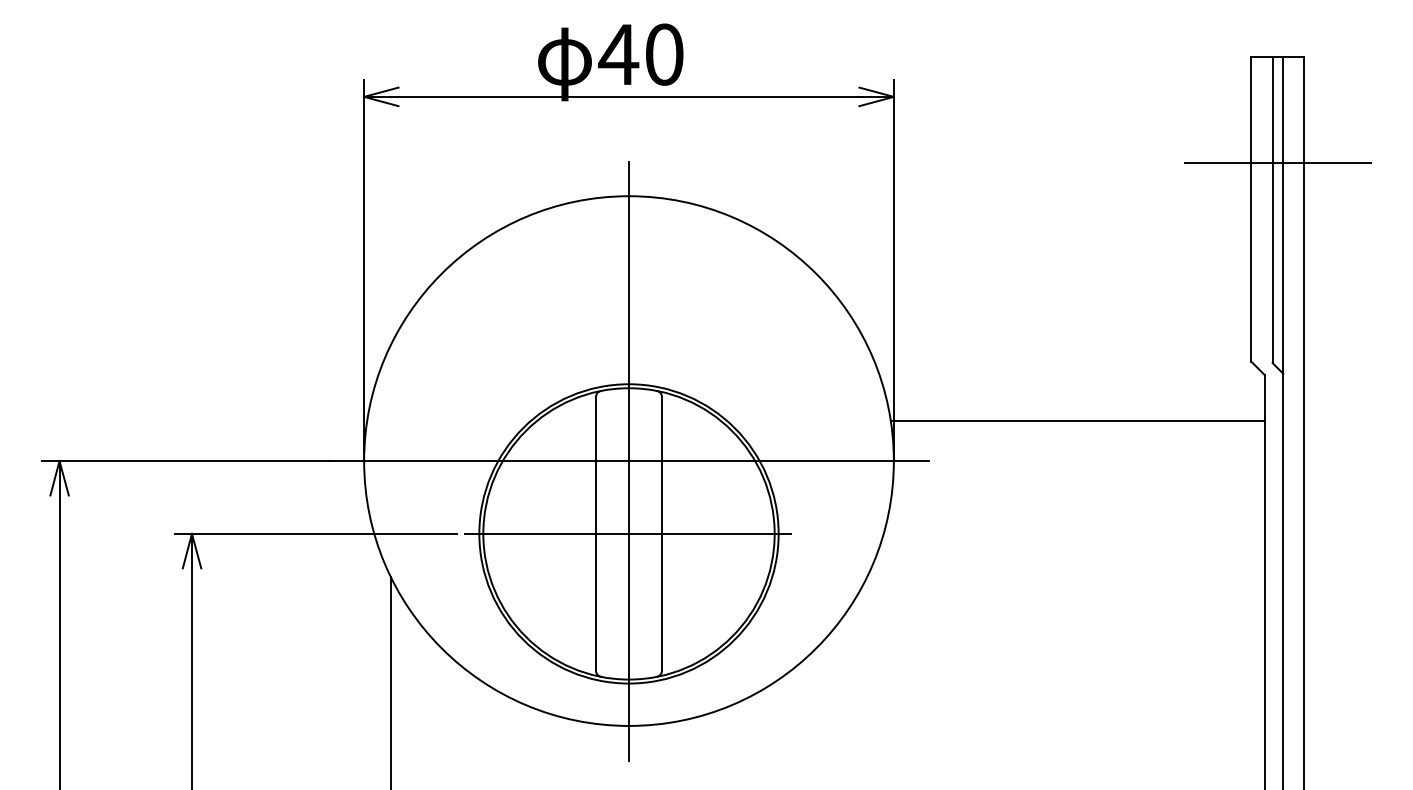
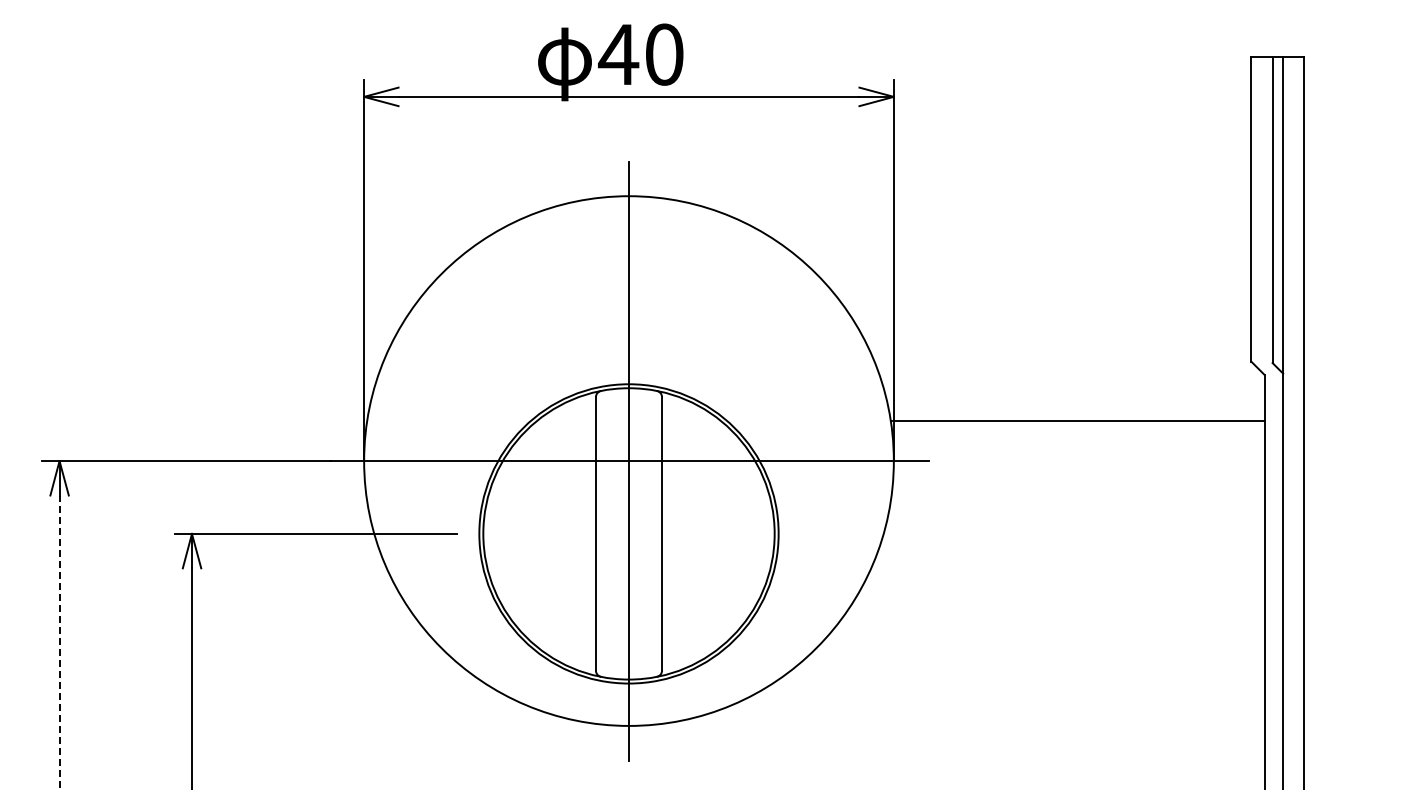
line at (1277, 163): present -> none
line at (627, 533): present -> none
line at (59, 642): solid -> dashed
line at (390, 681): present -> none
